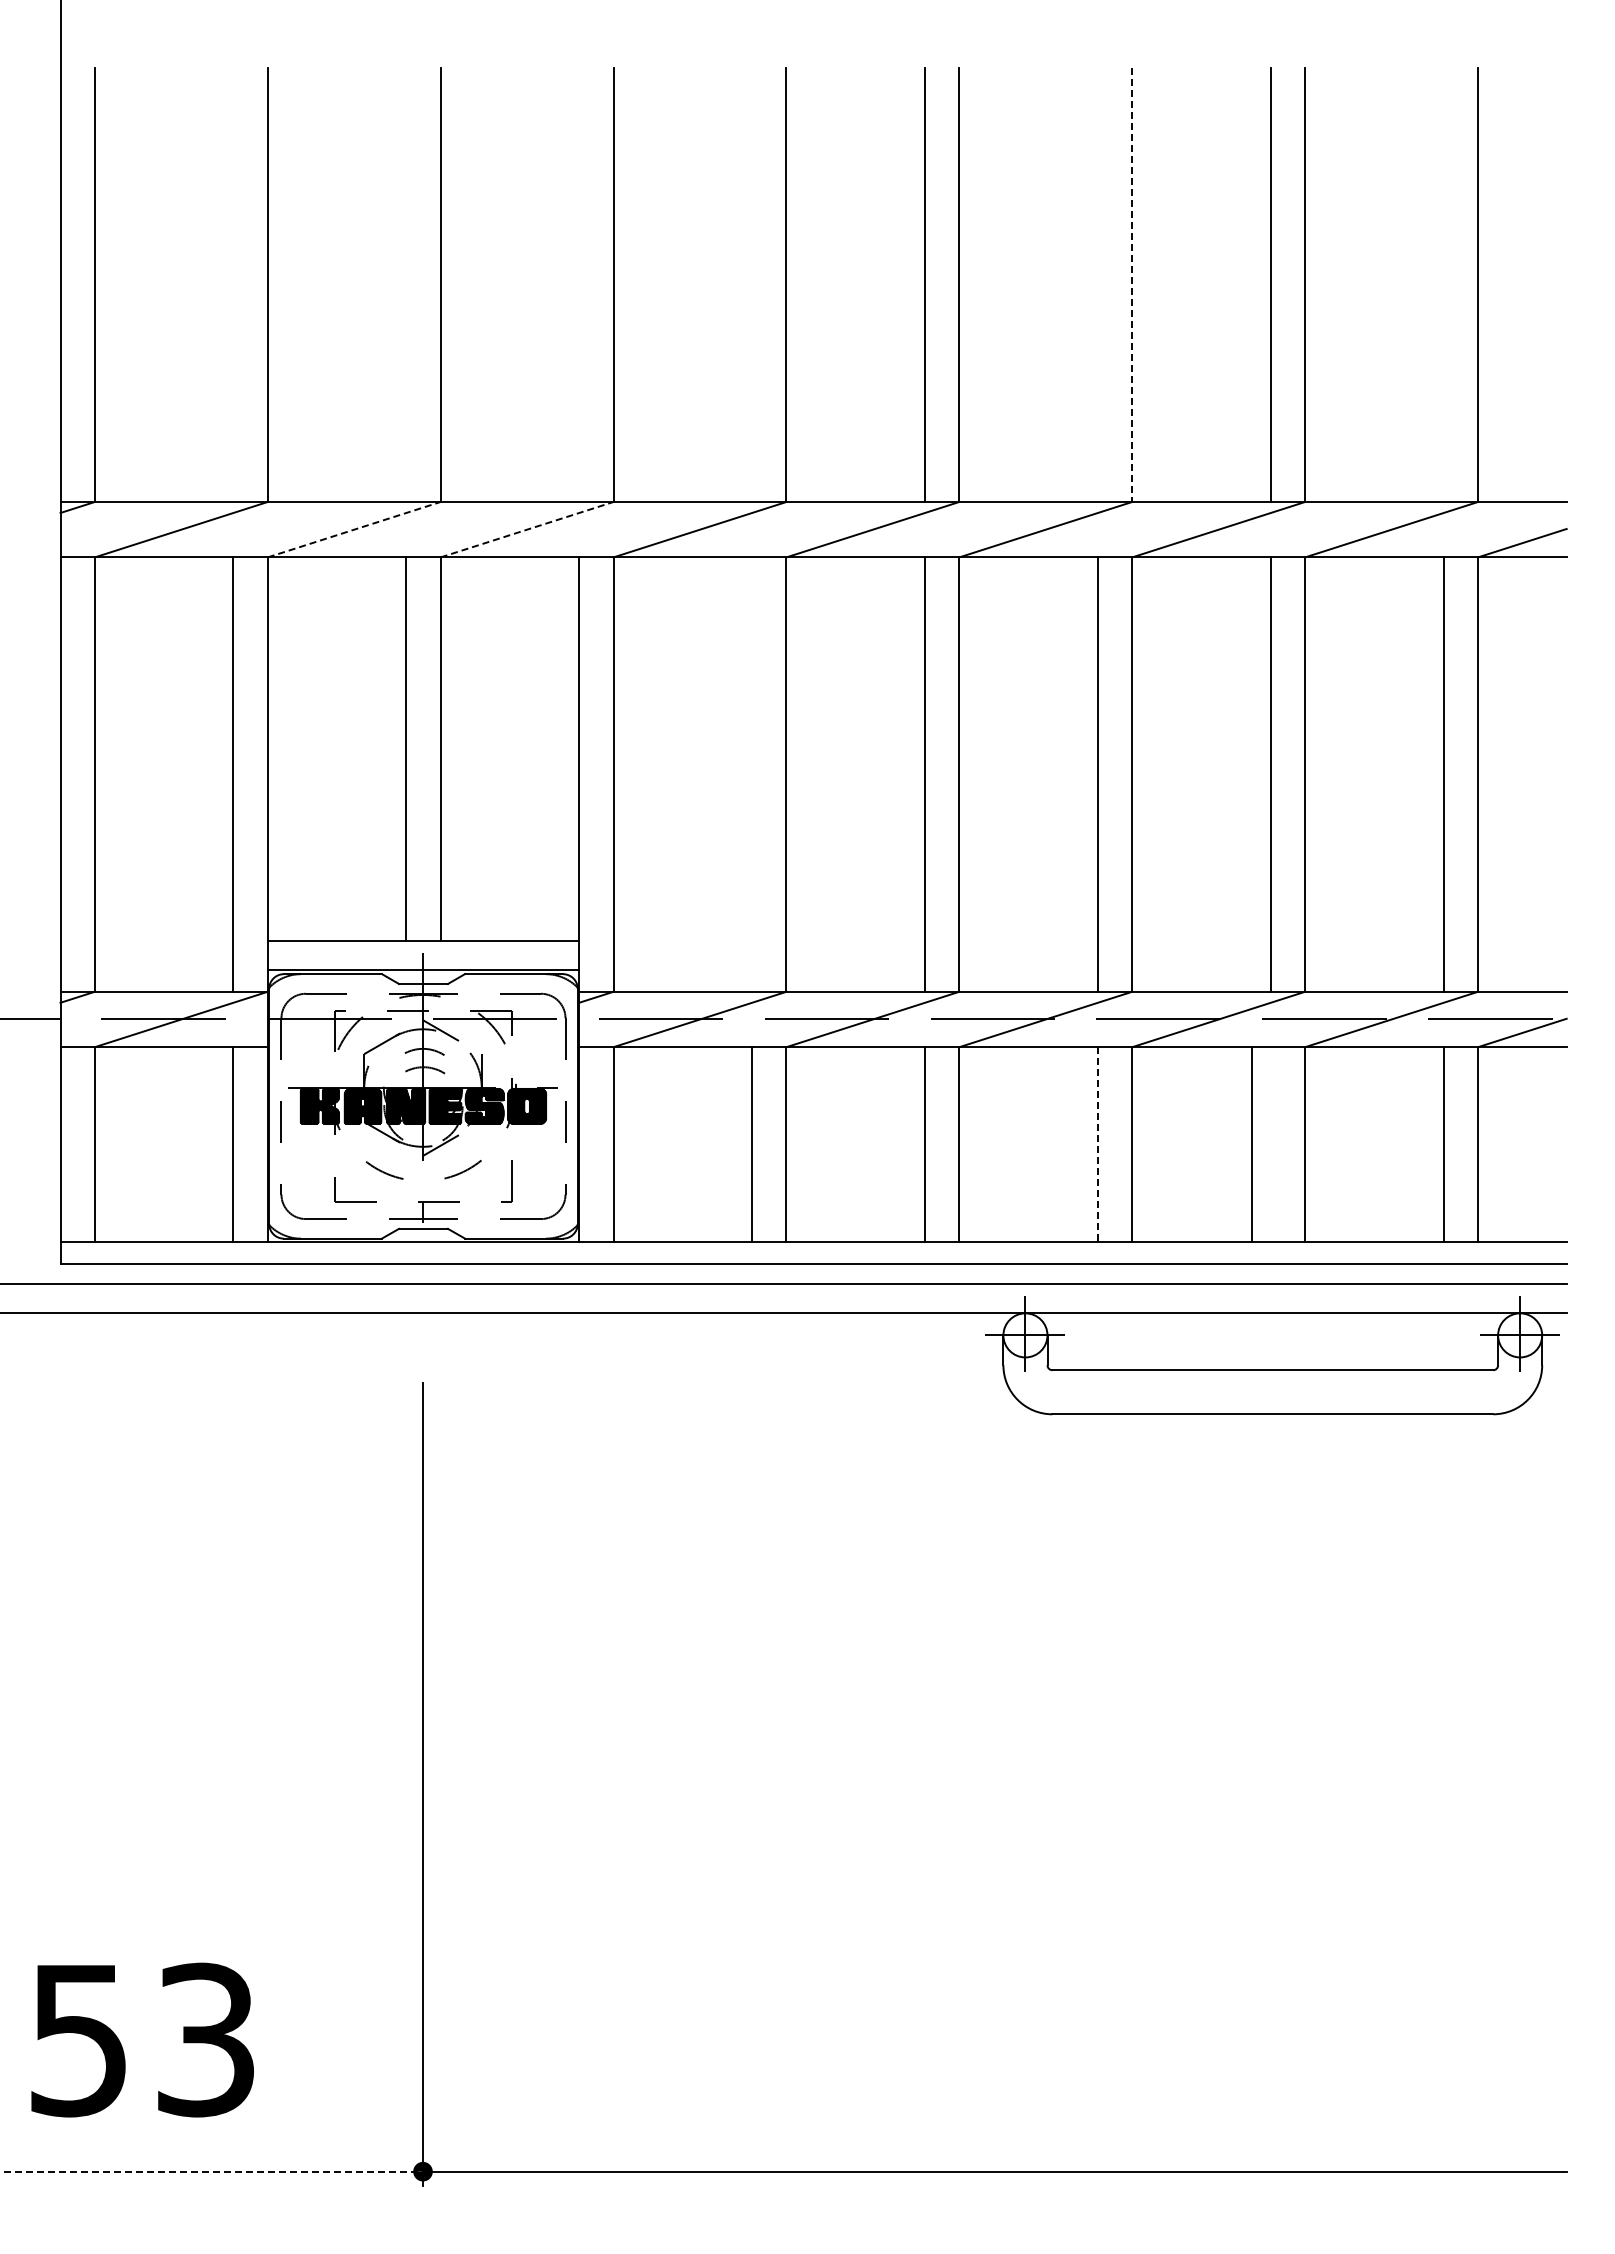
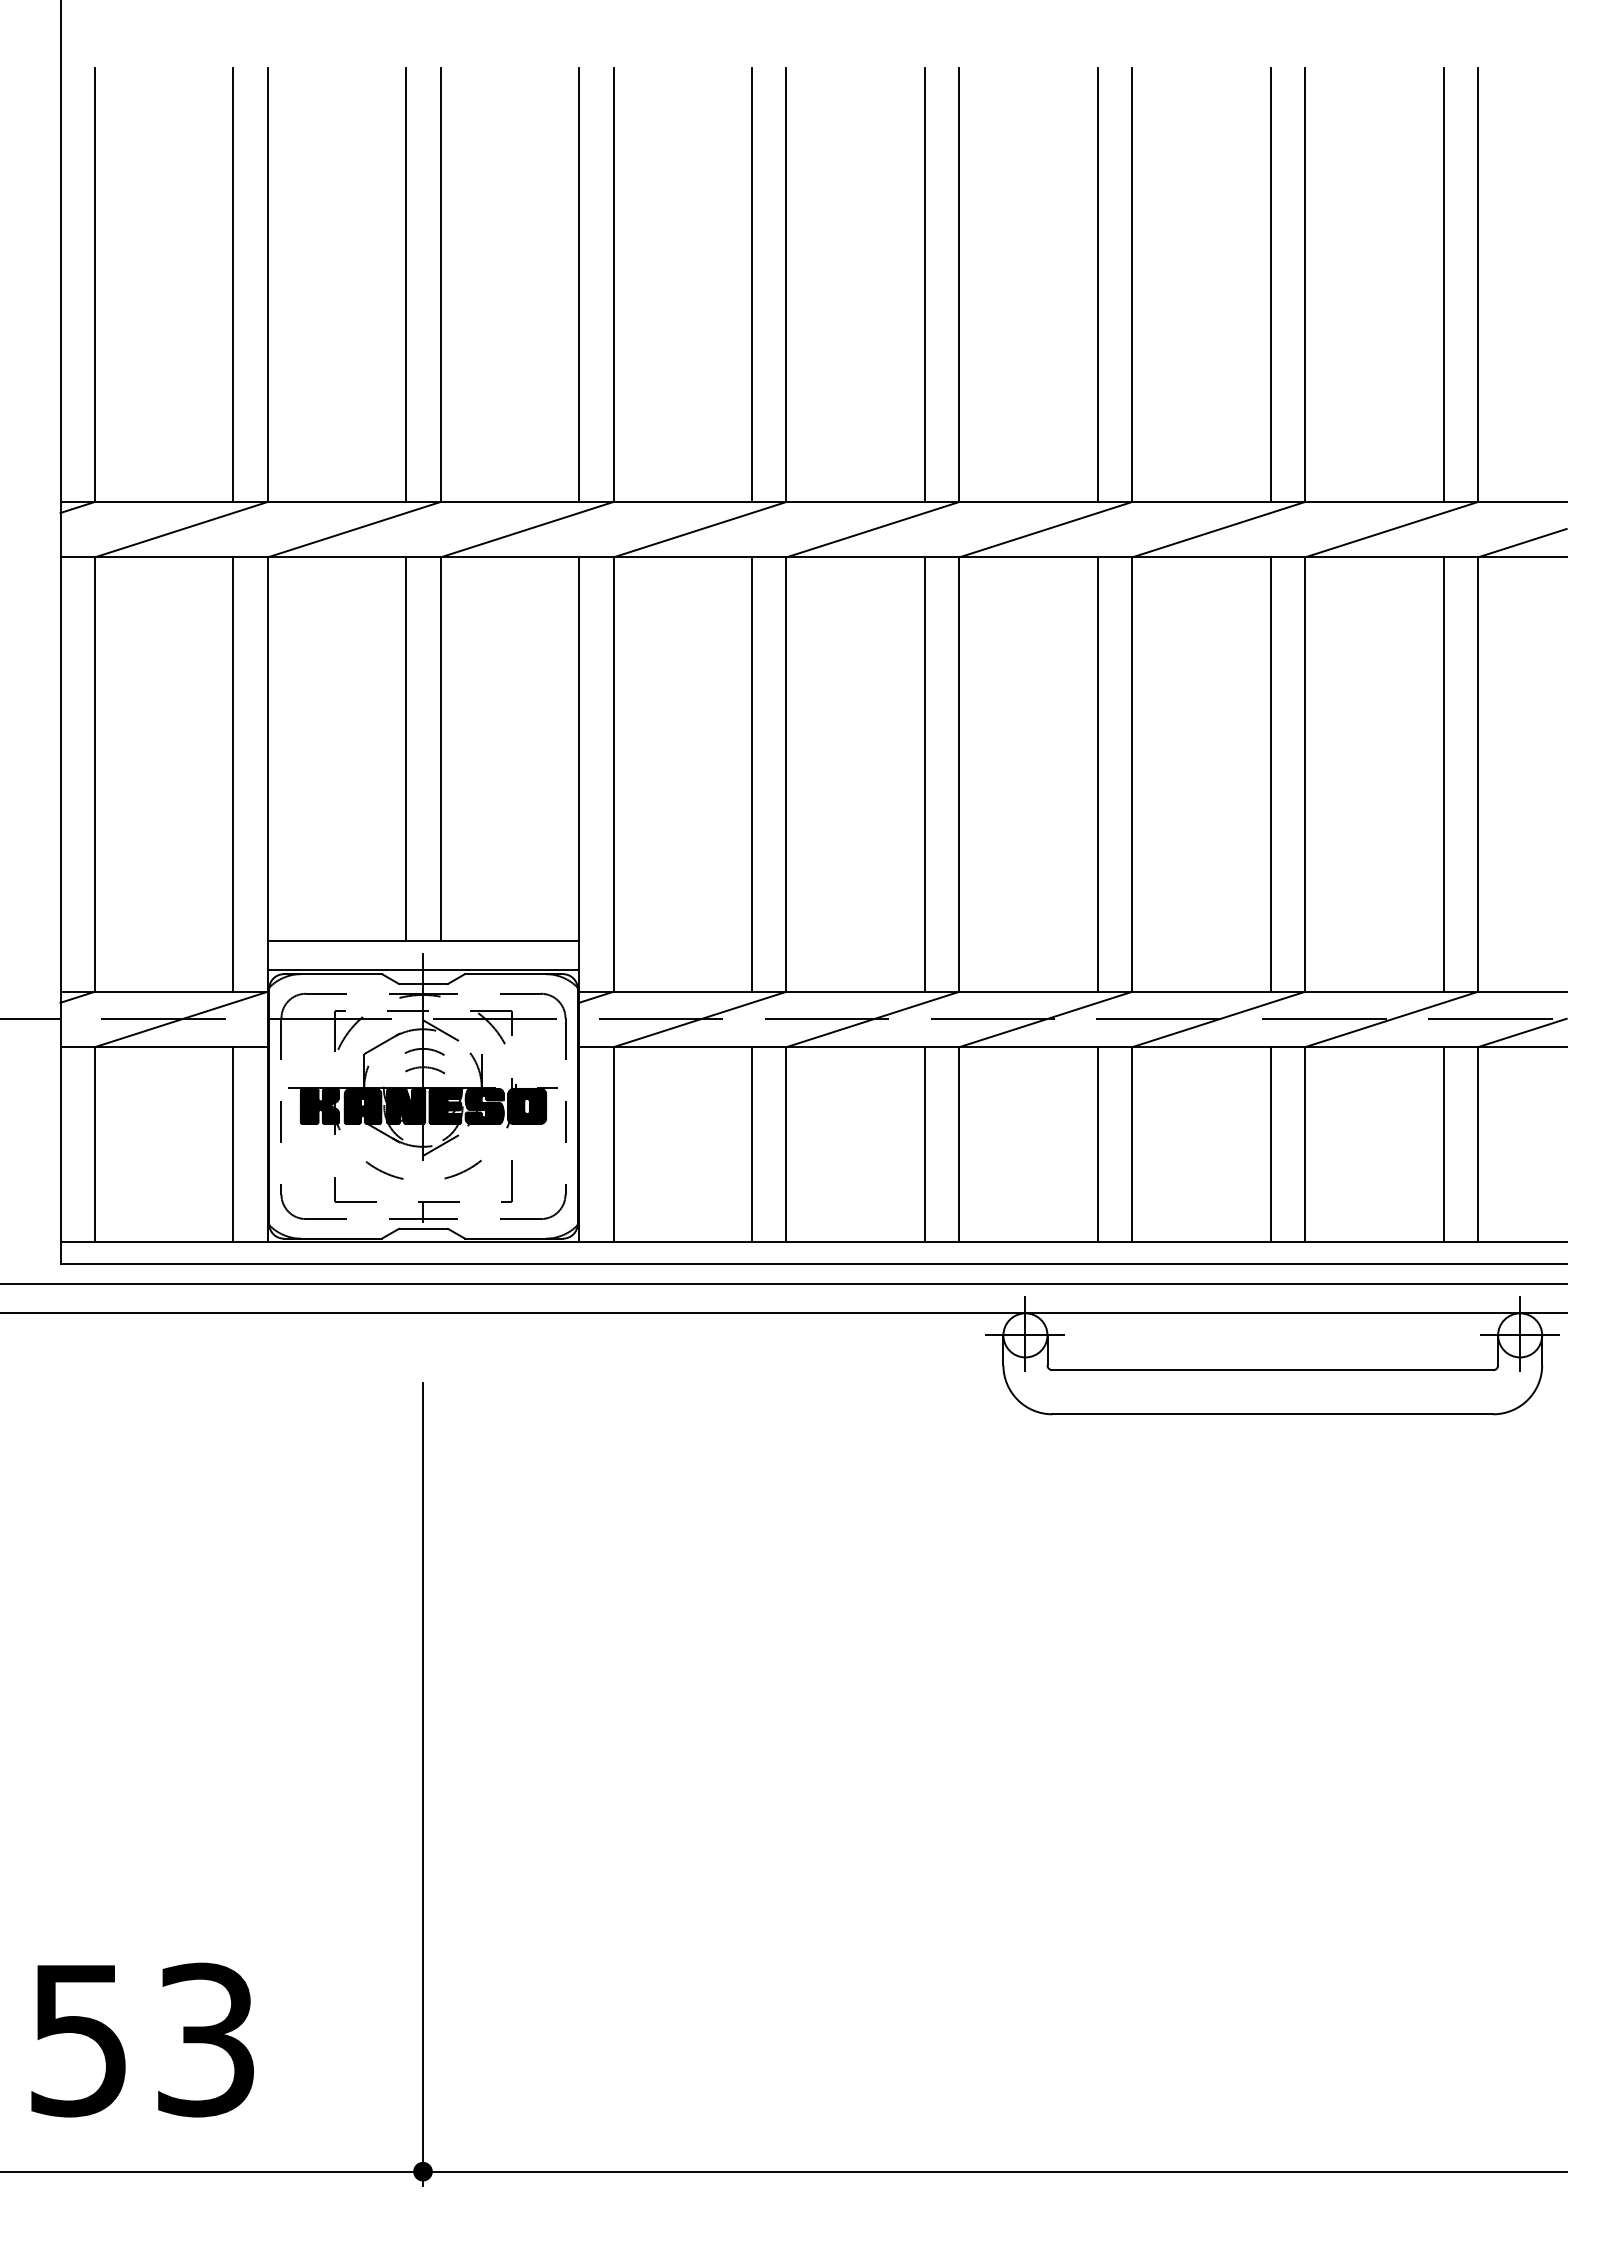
line at (233, 284): none -> present
line at (406, 284): none -> present
line at (579, 284): none -> present
line at (752, 284): none -> present
line at (1097, 284): none -> present
line at (1443, 284): none -> present
line at (1132, 285): dashed -> solid
line at (354, 529): dashed -> solid
line at (527, 529): dashed -> solid
line at (752, 774): none -> present
line at (1097, 1144): dashed -> solid
line at (1251, 1144) position: (1251, 1144) -> (1270, 1144)
line at (212, 2171): dashed -> solid
